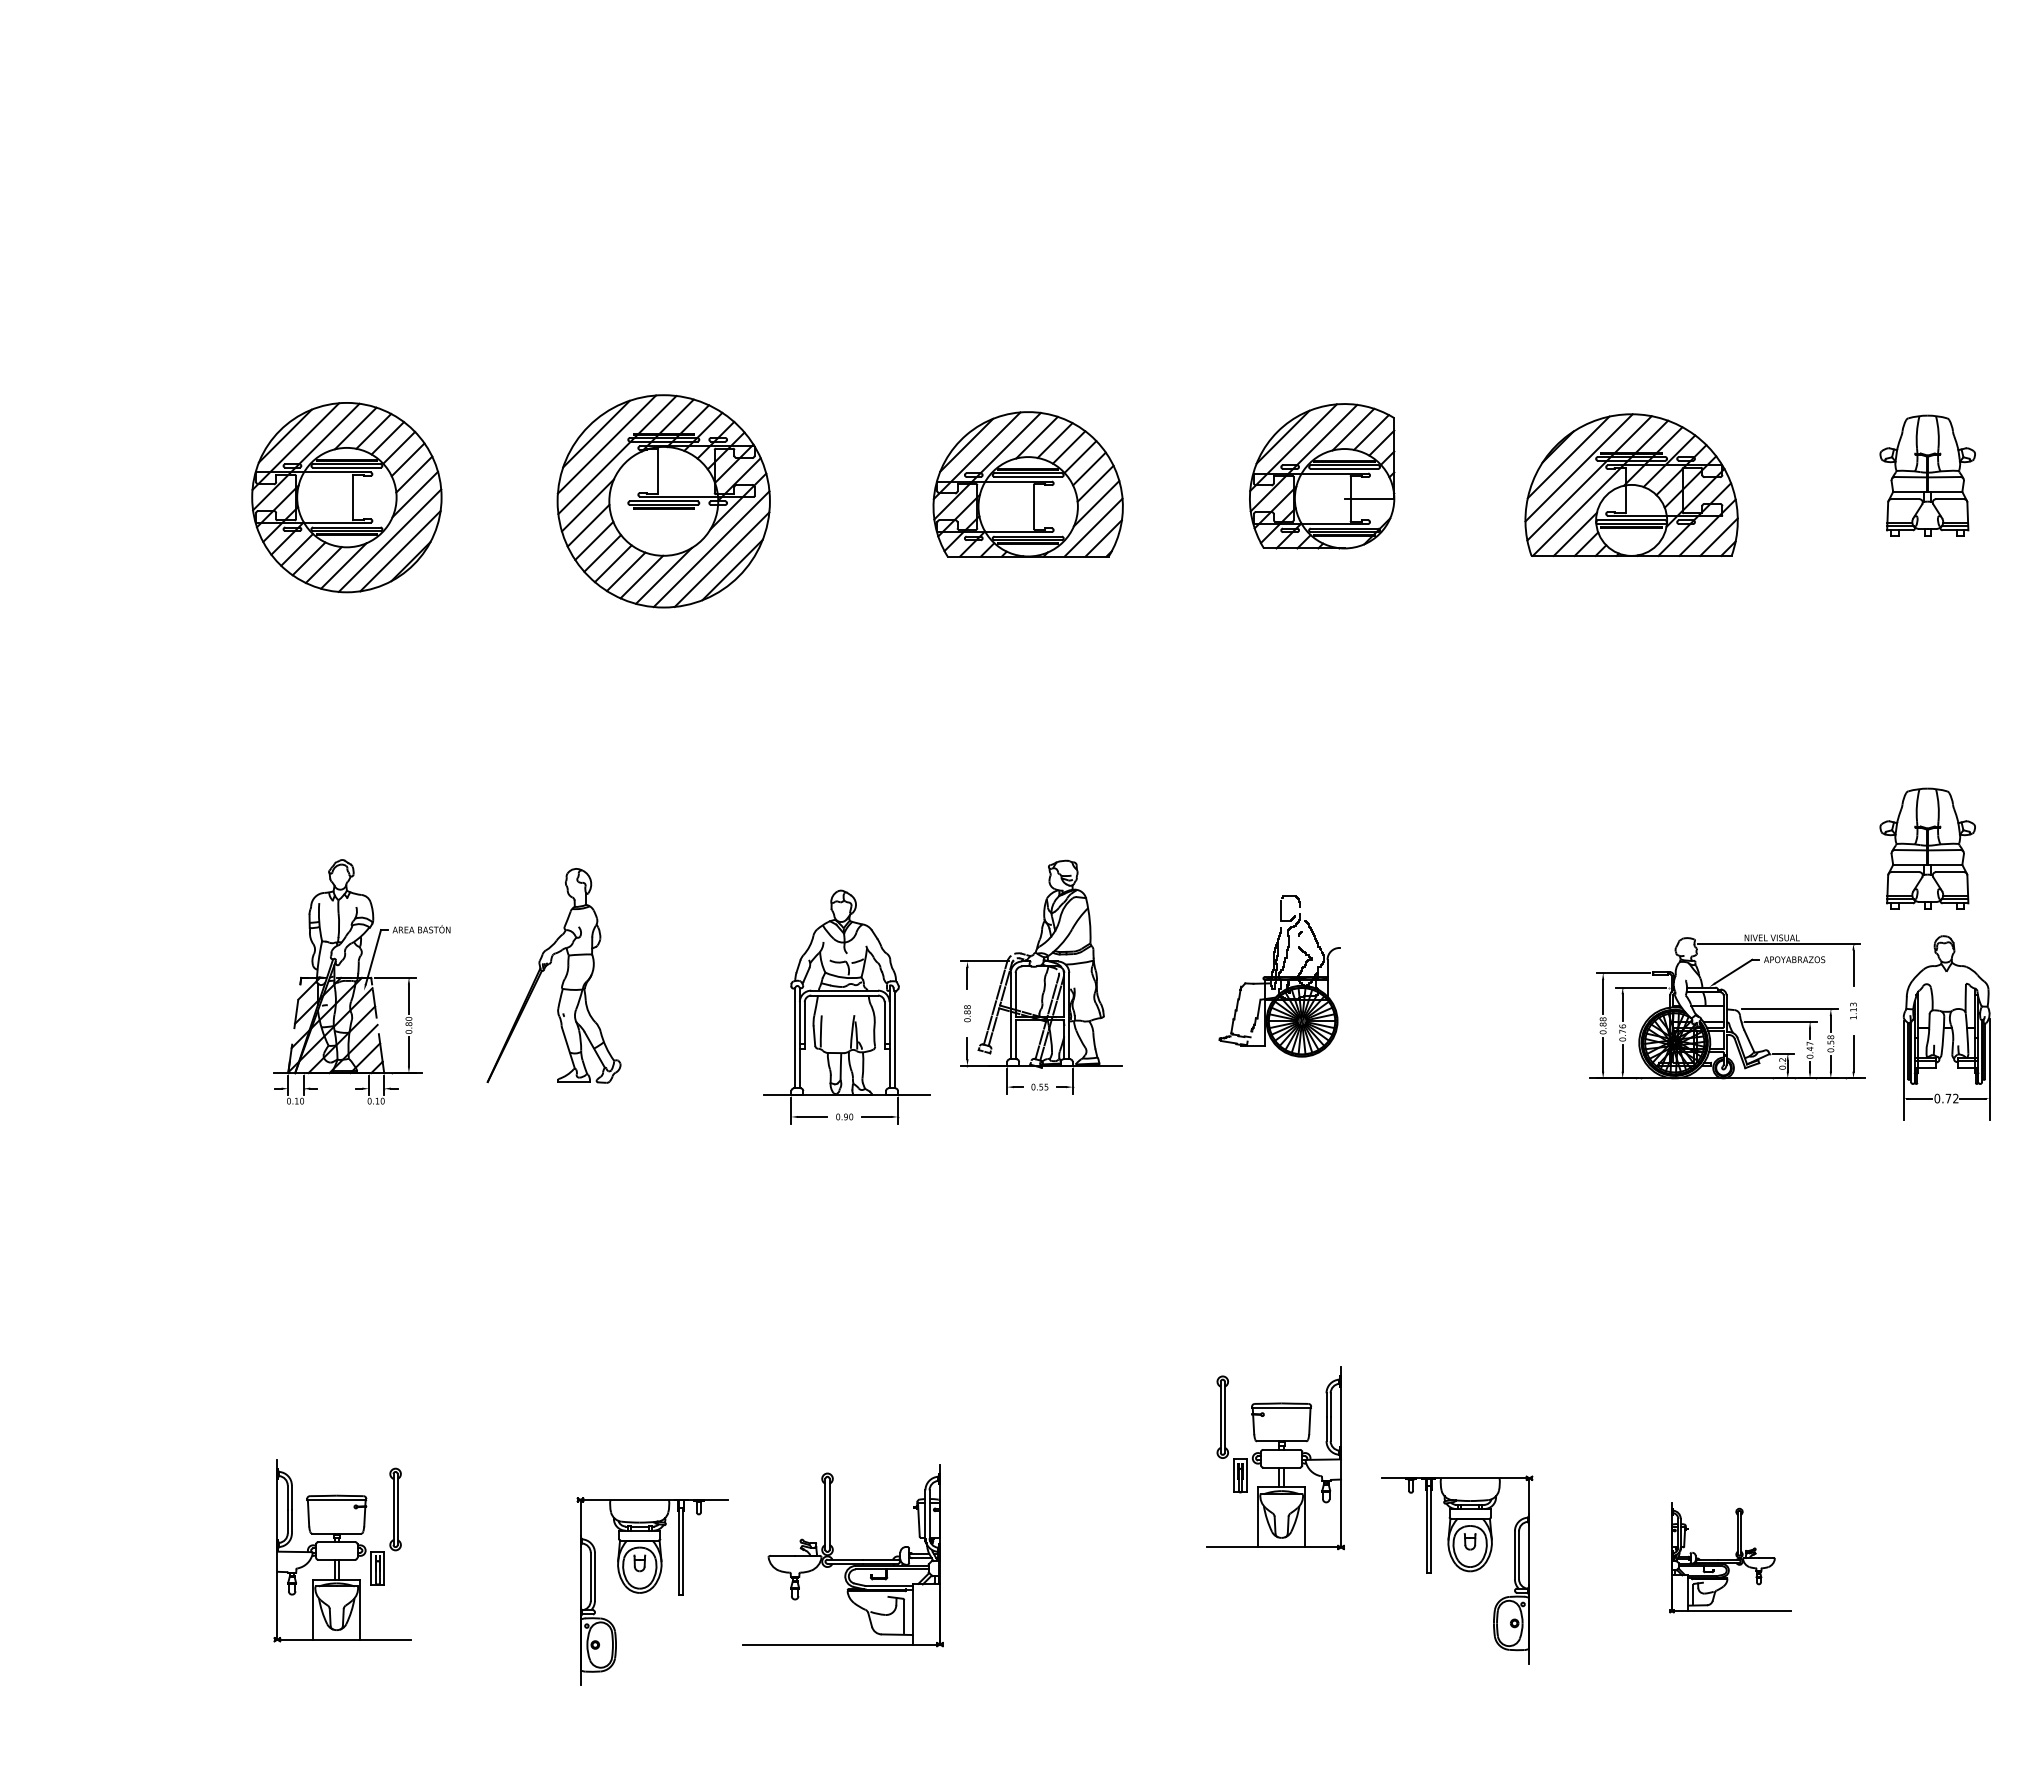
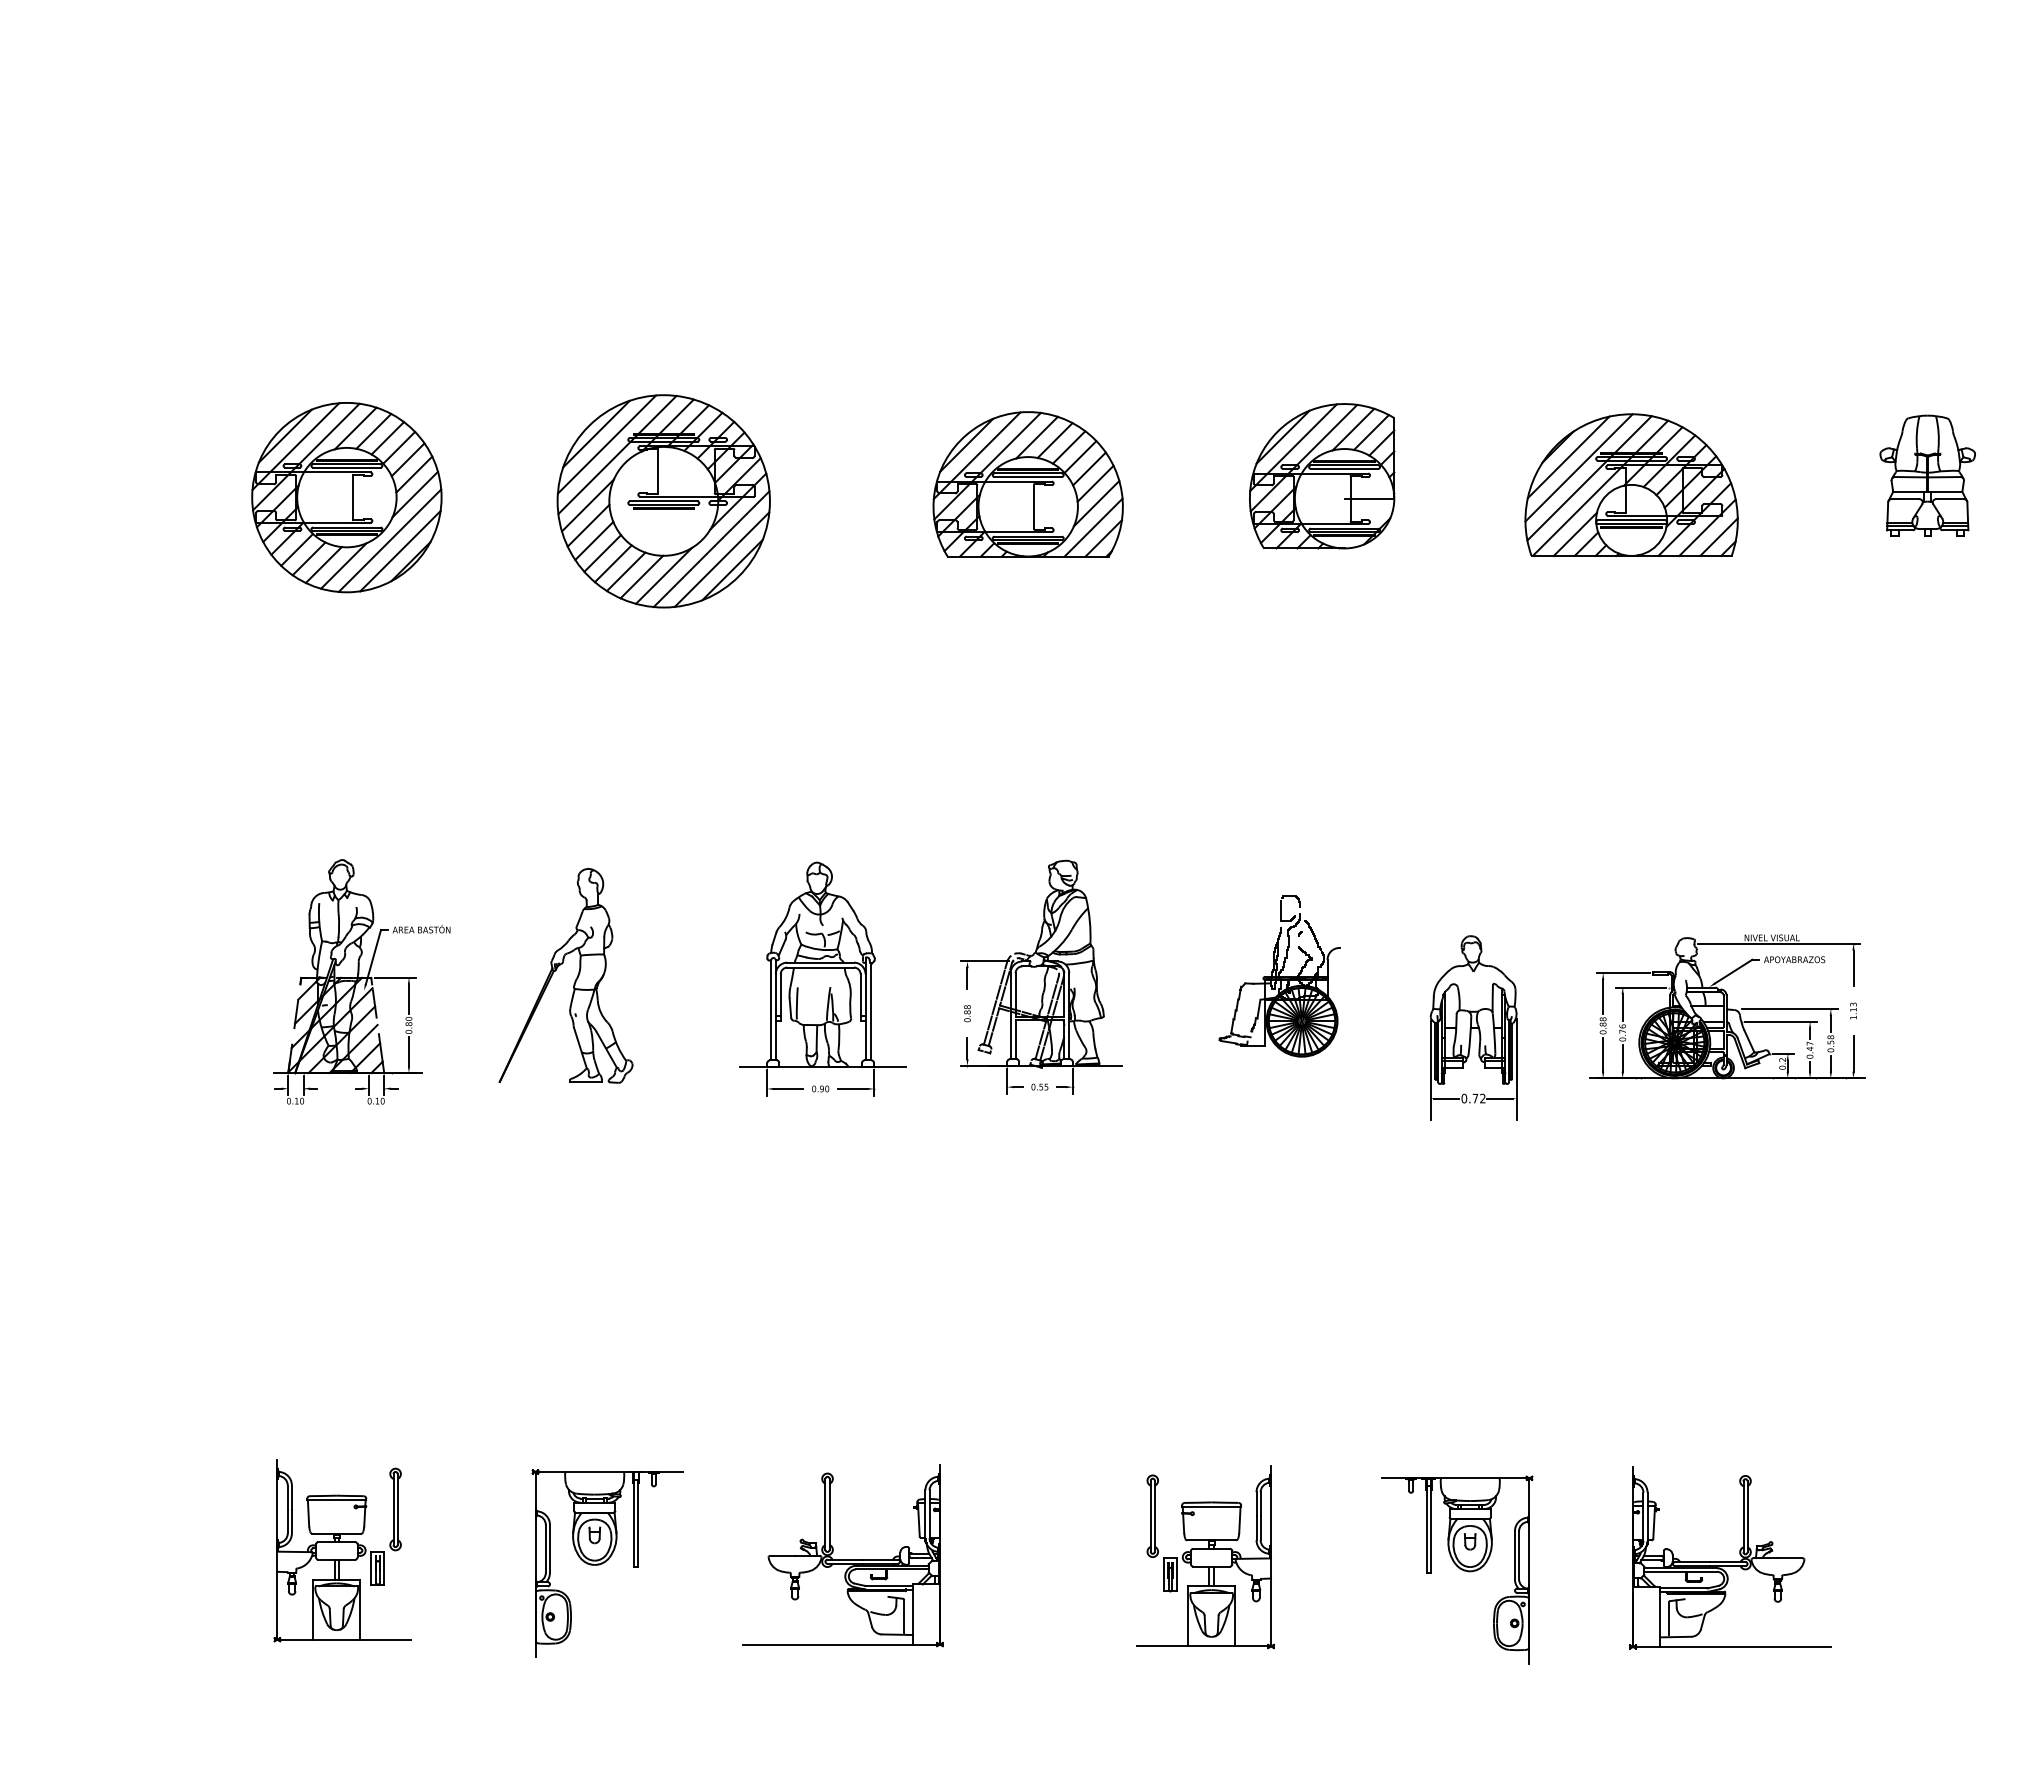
part at (1927, 848): present -> none
part at (545, 969) position: (545, 969) -> (557, 969)
part at (846, 1006) position: (846, 1006) -> (822, 978)
part at (1946, 1027) position: (1946, 1027) -> (1473, 1027)
part at (1275, 1458) position: (1275, 1458) -> (1205, 1557)
part at (1730, 1557) size: 123x112 px -> 203x184 px
part at (652, 1591) position: (652, 1591) -> (607, 1563)
